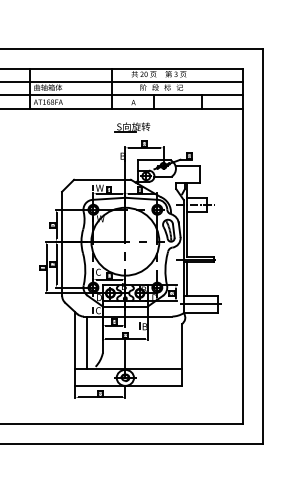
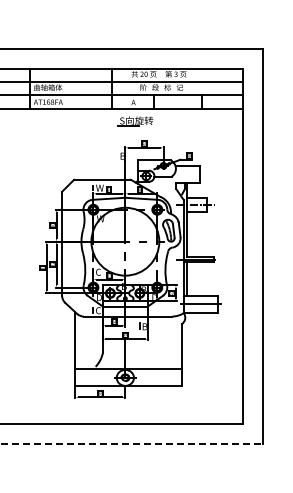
part at (132, 127) position: (132, 127) -> (135, 121)
line at (86, 342): present -> none
line at (132, 444): solid -> dashed
